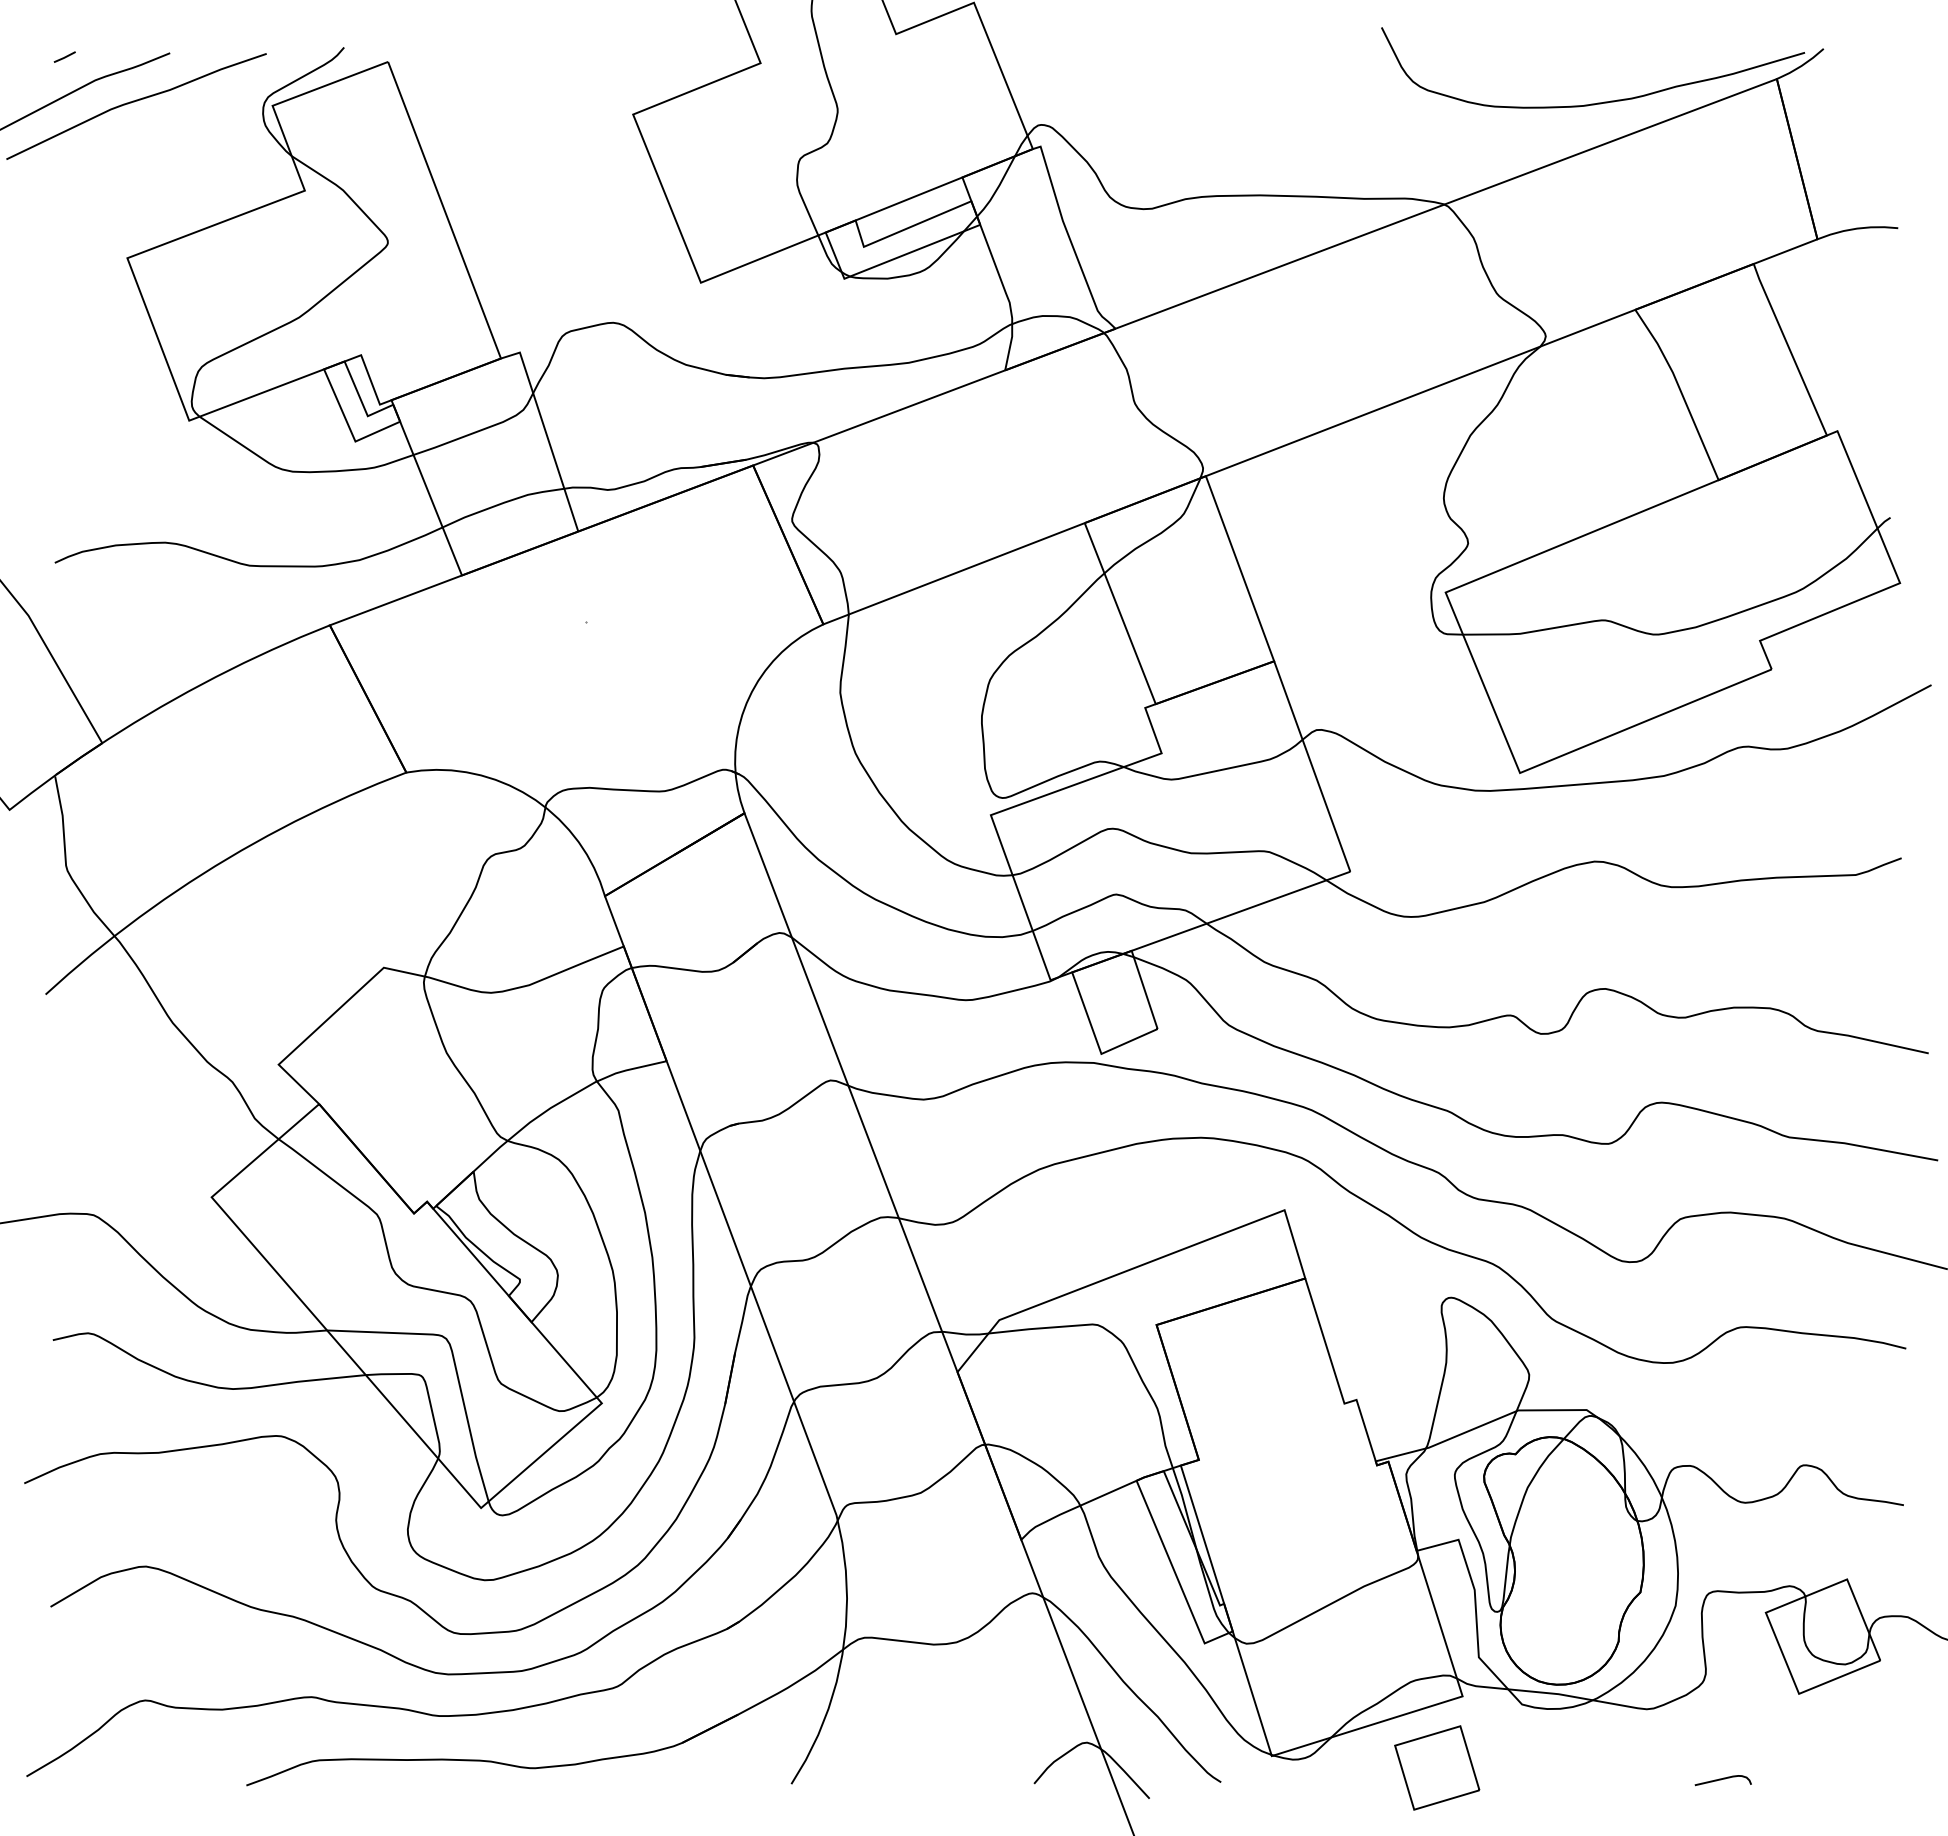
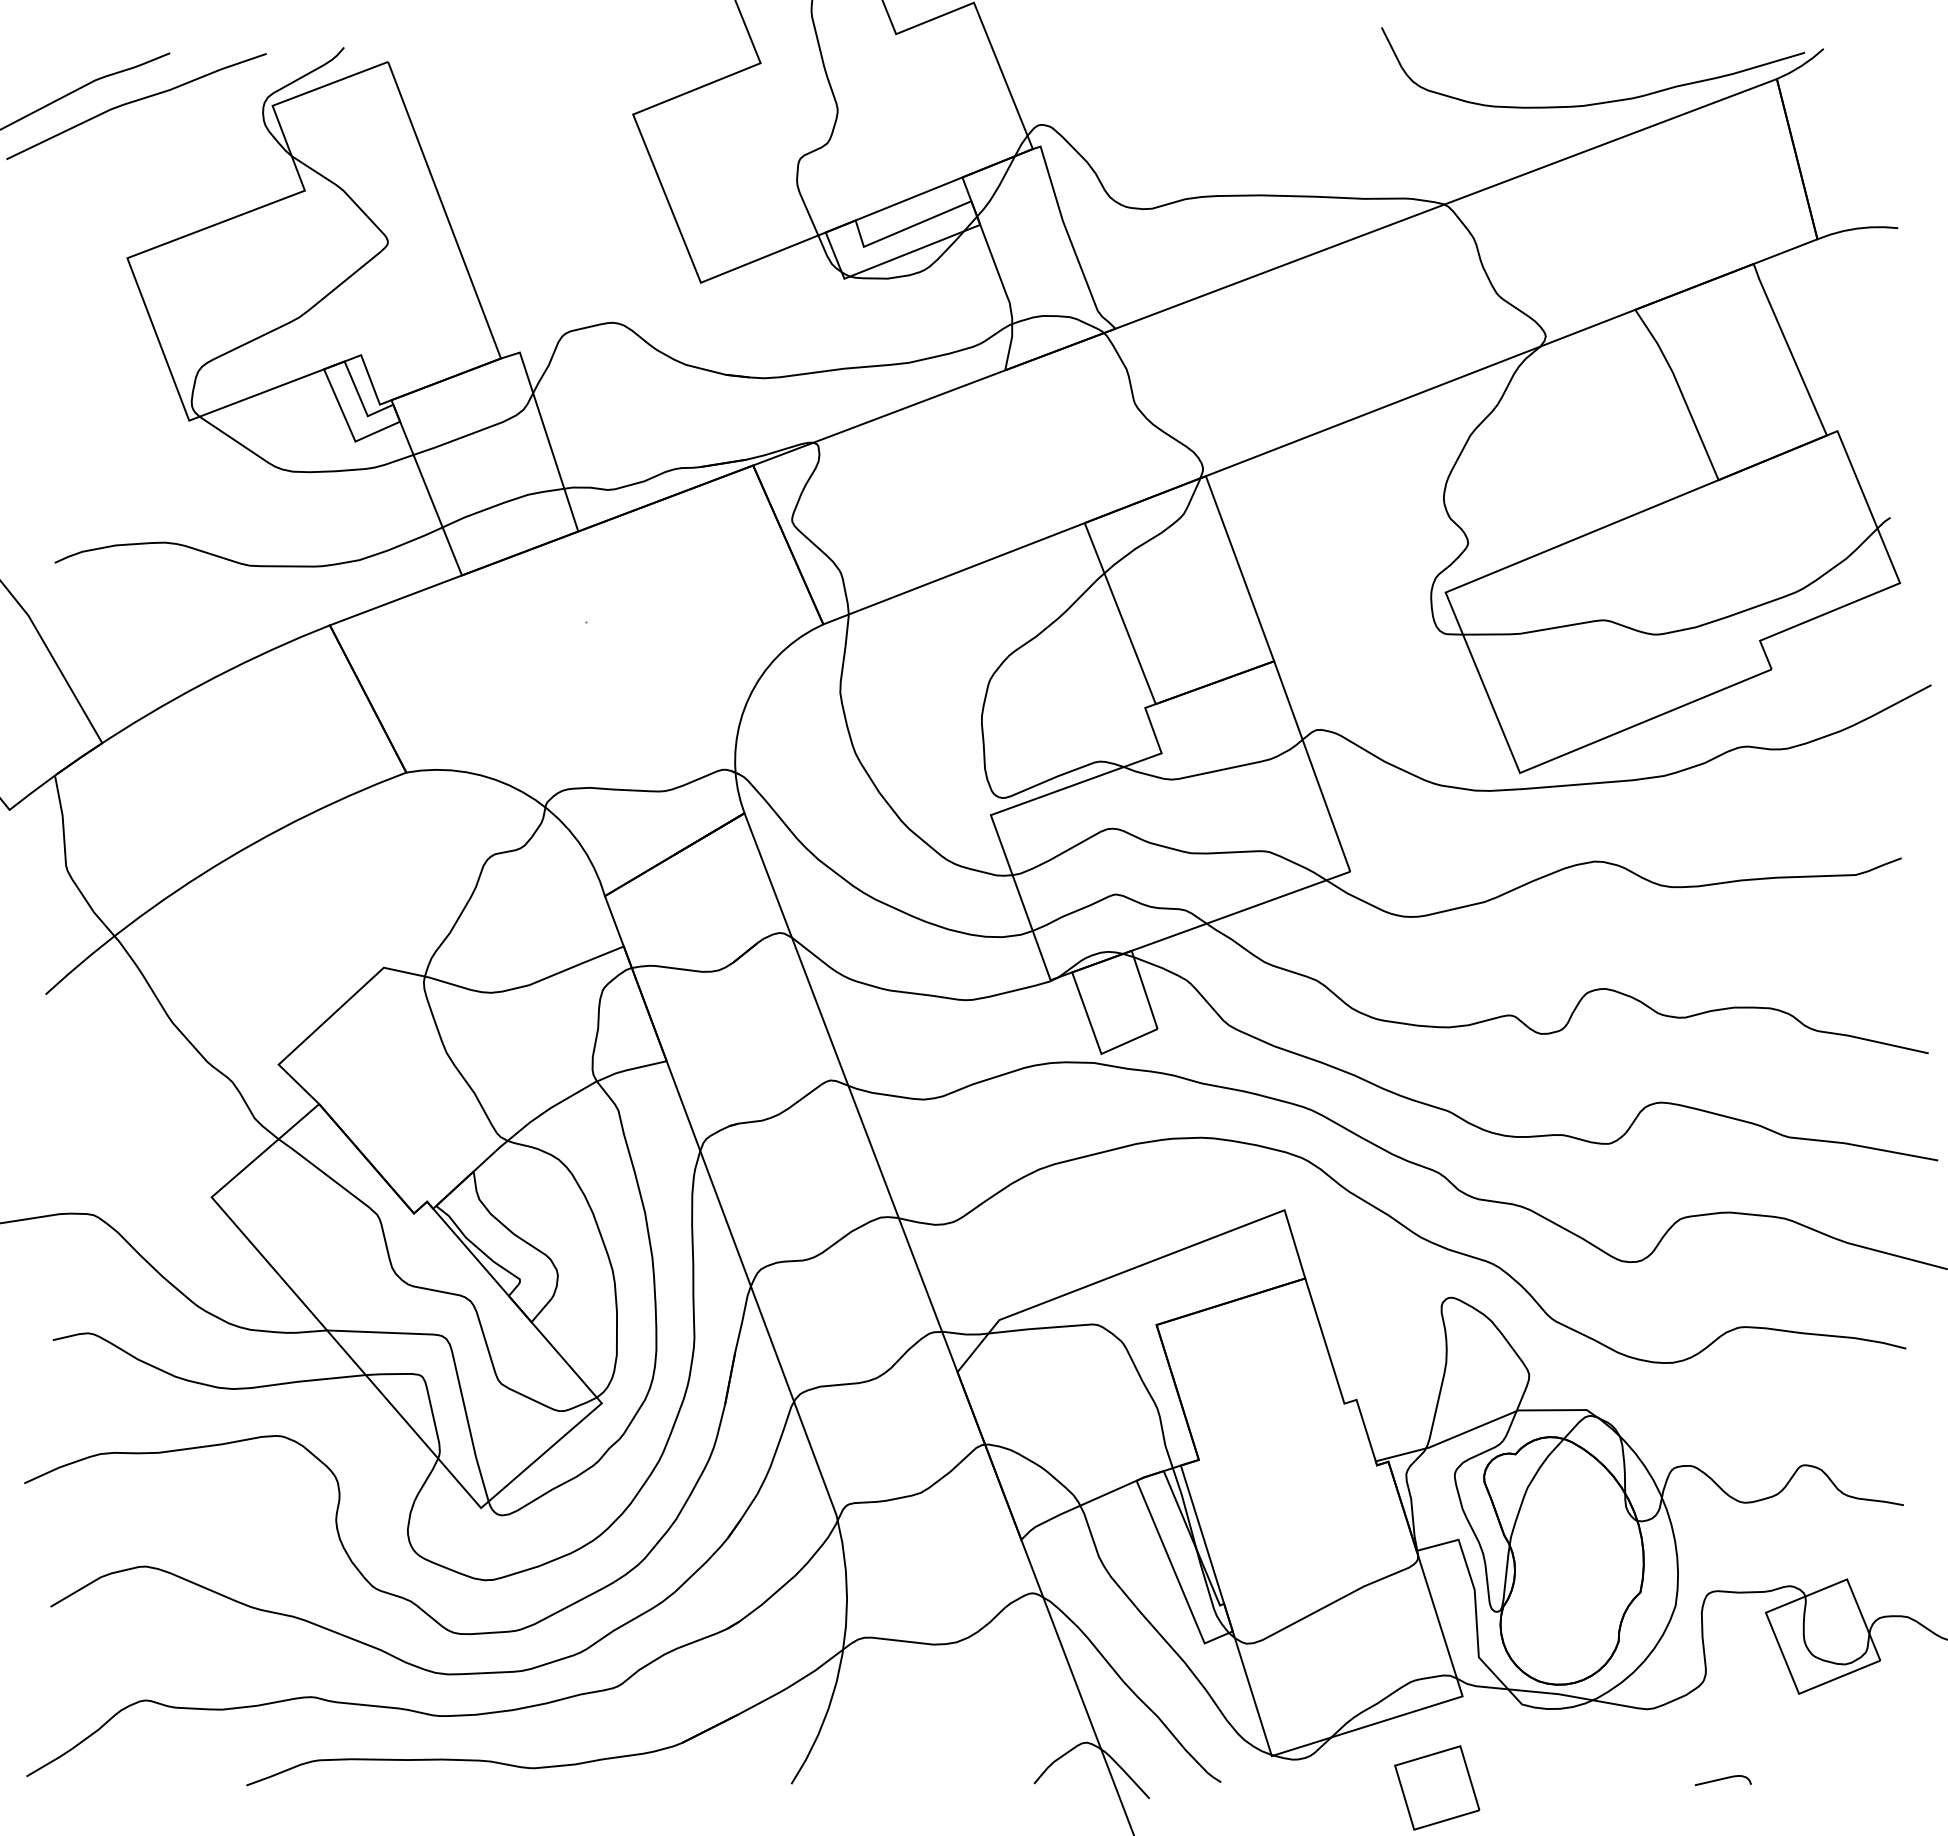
line at (64, 56): present -> none
part at (1437, 1767) position: (1437, 1767) -> (1437, 1787)
